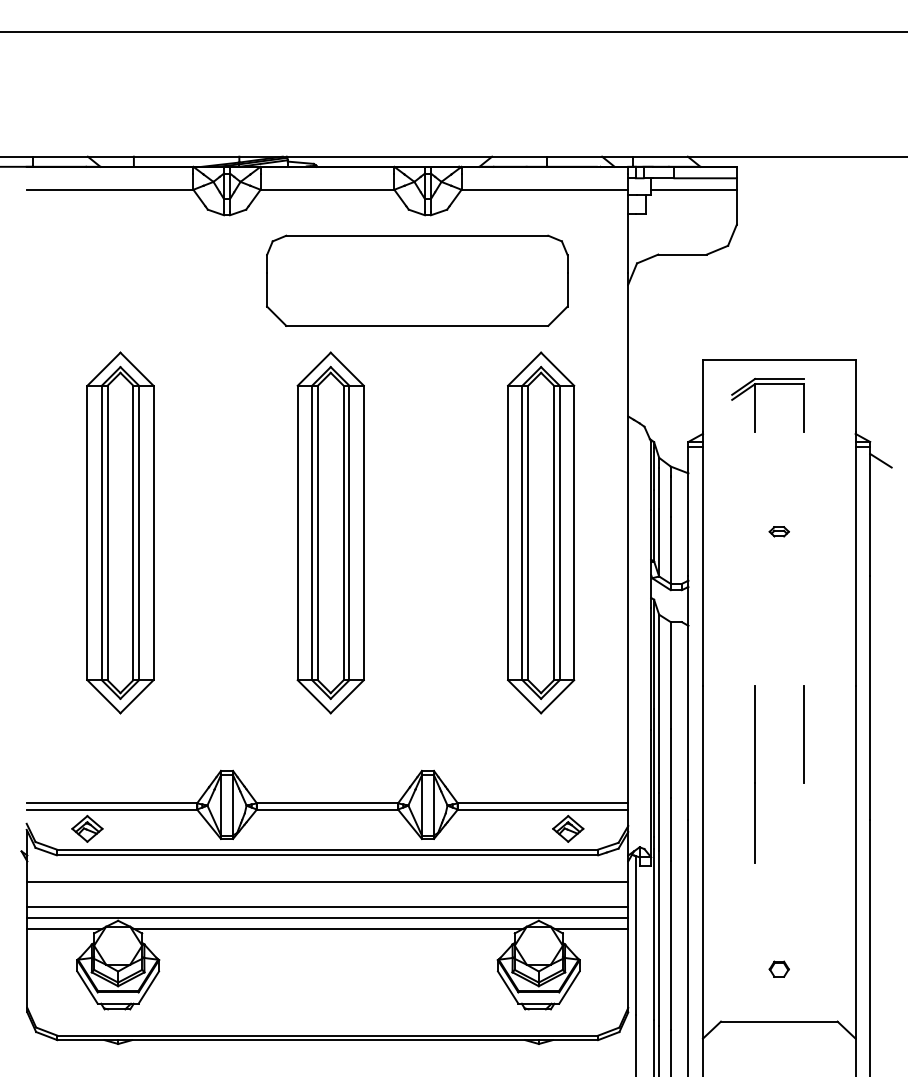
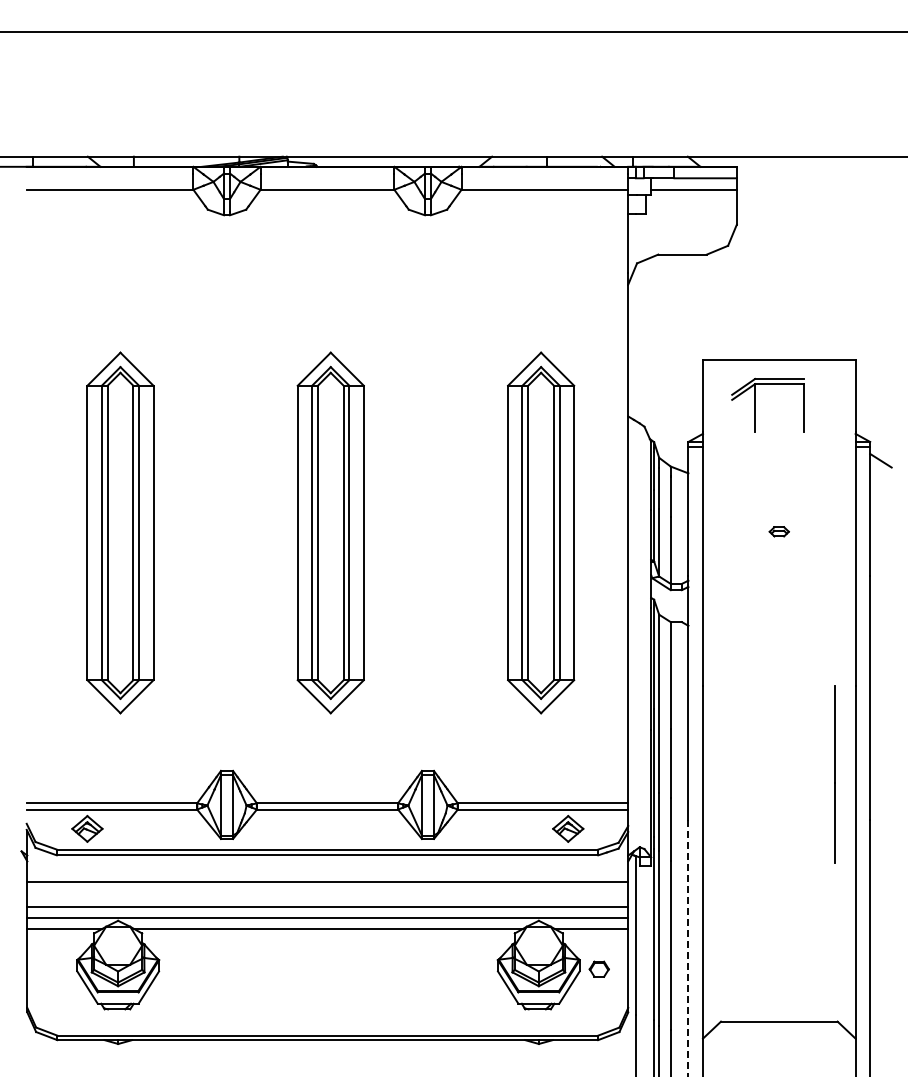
part at (417, 280): present -> none
line at (803, 733): present -> none
line at (754, 774) position: (754, 774) -> (834, 774)
line at (688, 948): solid -> dashed
part at (778, 968) position: (778, 968) -> (598, 968)
